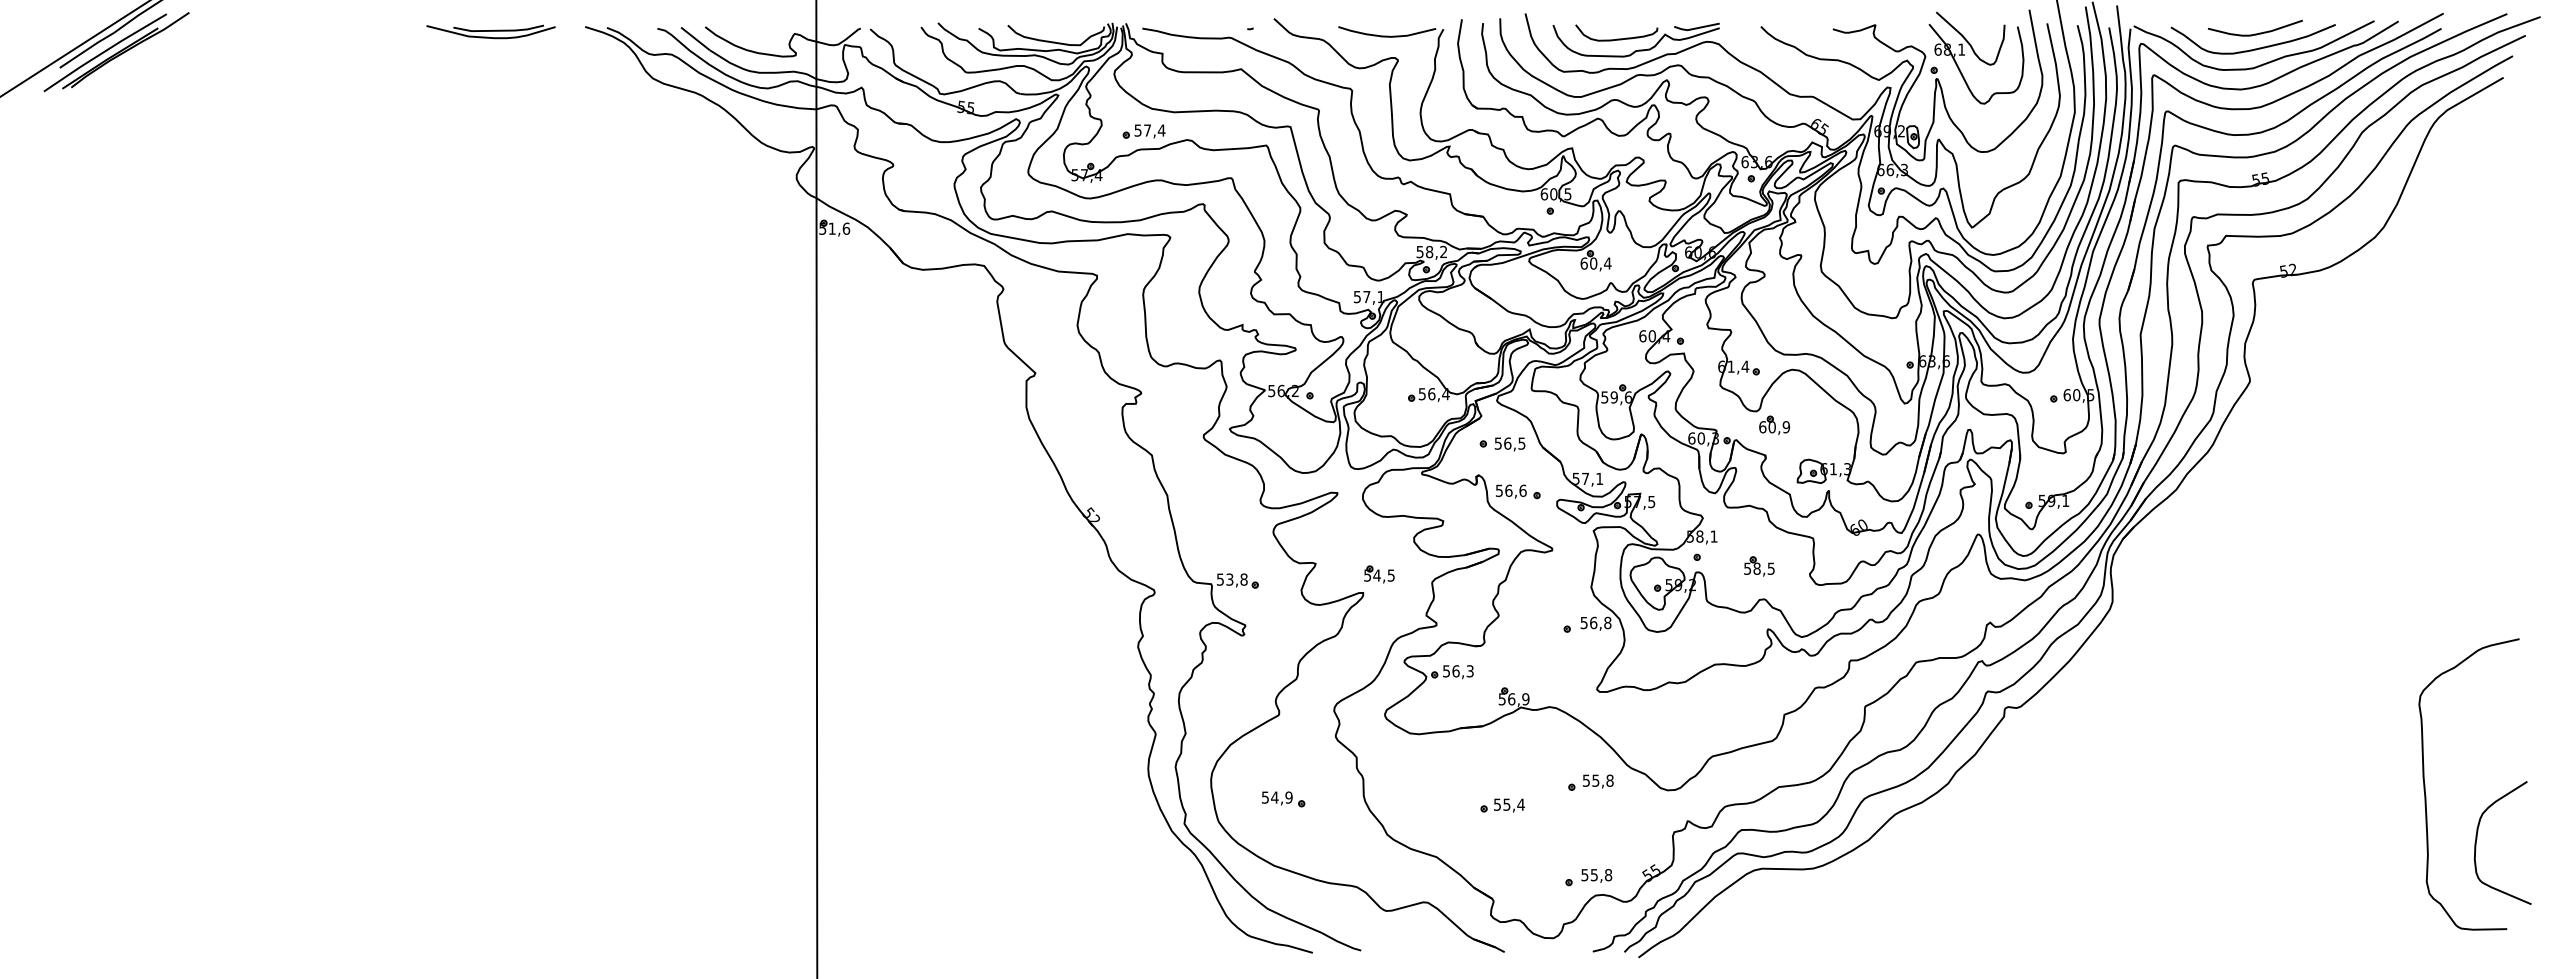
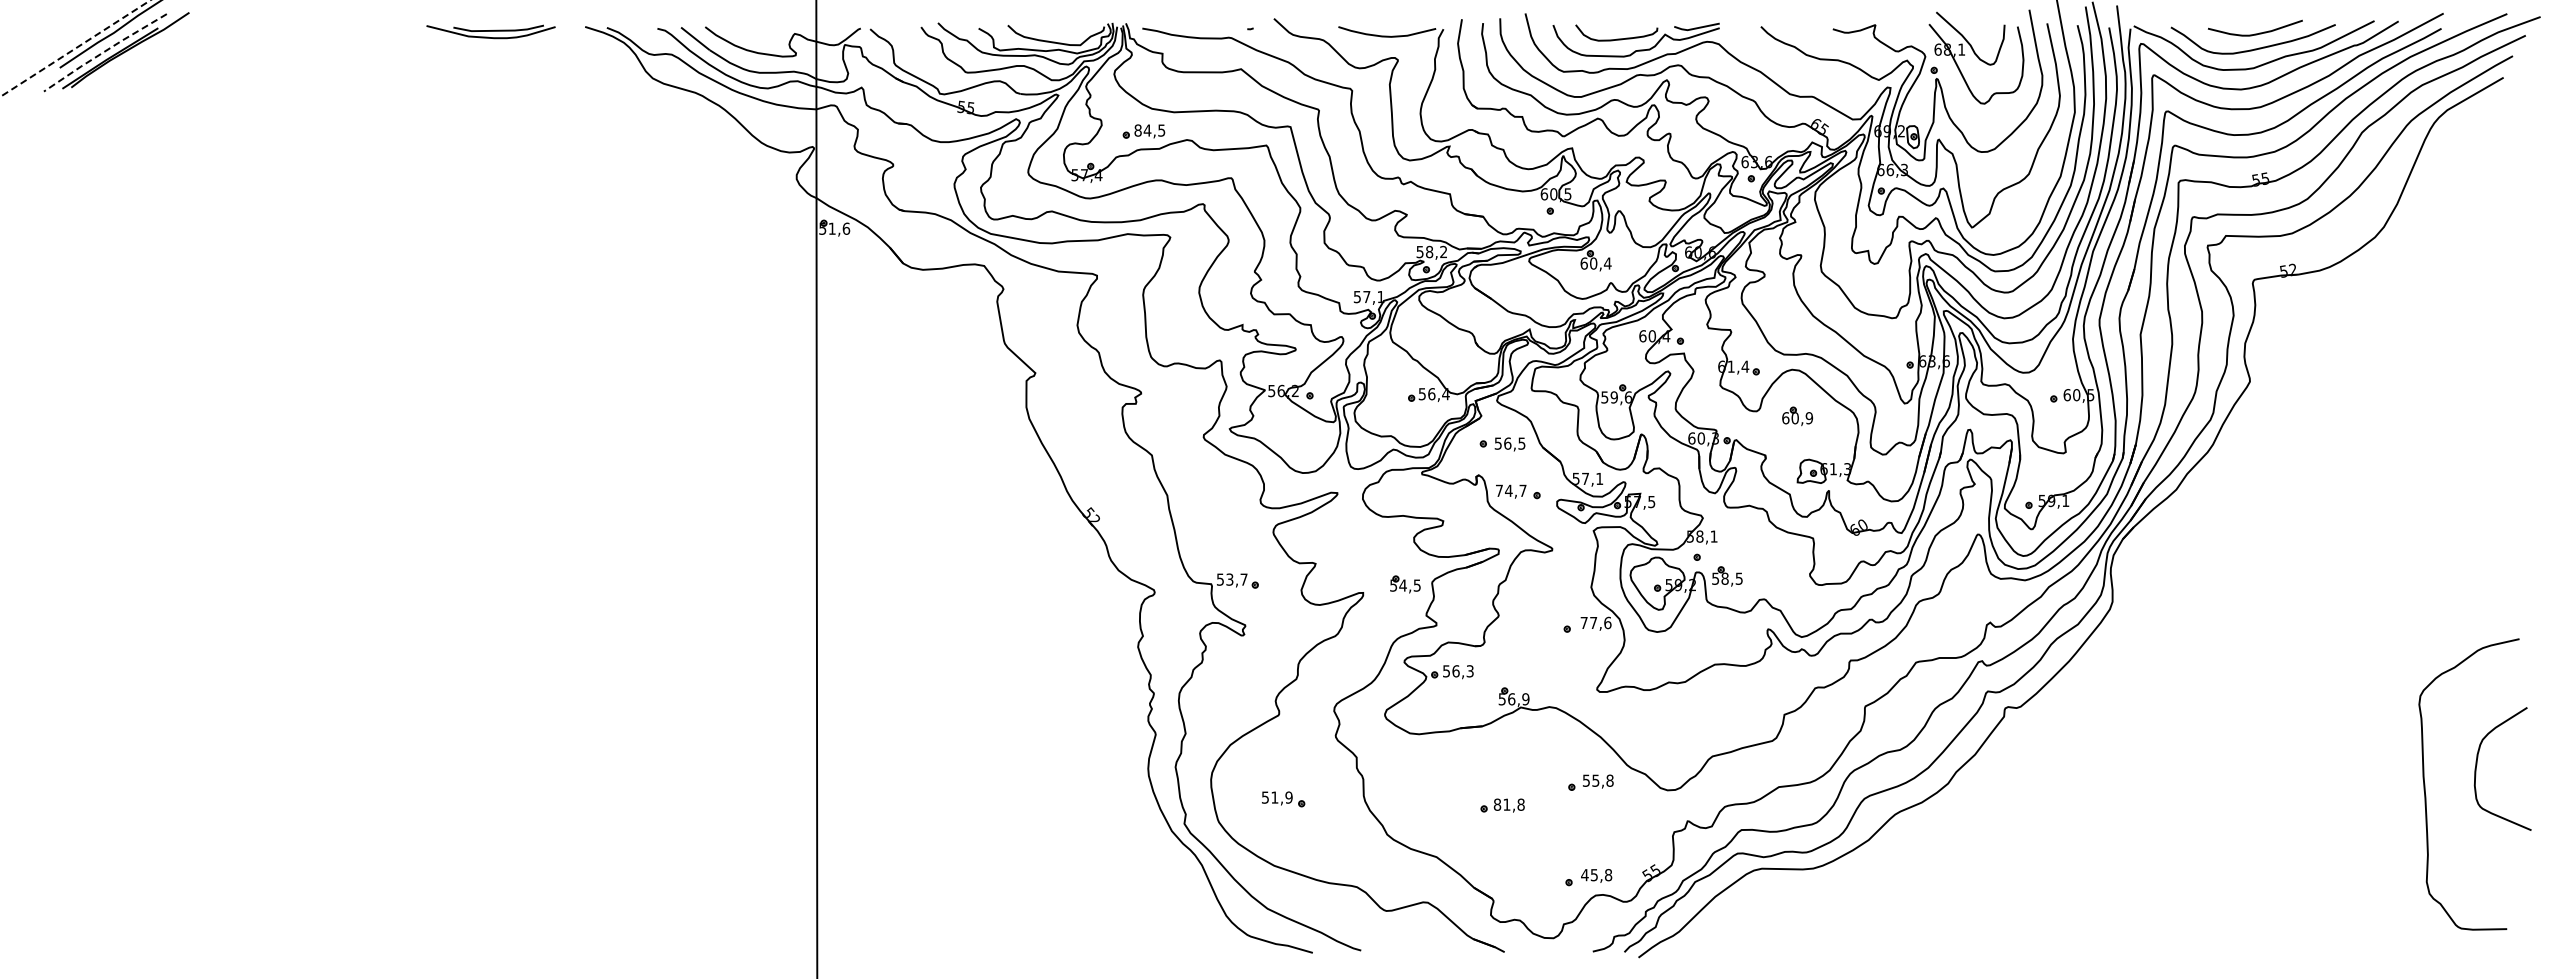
line at (75, 48): solid -> dashed
line at (104, 51): solid -> dashed
text at (1149, 130): 57,4 -> 84,5
part at (1774, 425) position: (1774, 425) -> (1797, 416)
text at (1510, 490): 56,6 -> 74,7
part at (1759, 566) position: (1759, 566) -> (1727, 576)
part at (1379, 574) position: (1379, 574) -> (1405, 584)
text at (1243, 579): 53,8 -> 53,7
text at (1595, 622): 56,8 -> 77,6
text at (1274, 797): 54,9 -> 51,9
text at (1508, 804): 55,4 -> 81,8
curve at (2477, 839) position: (2477, 839) -> (2477, 765)
text at (1584, 875): 55,8 -> 45,8
